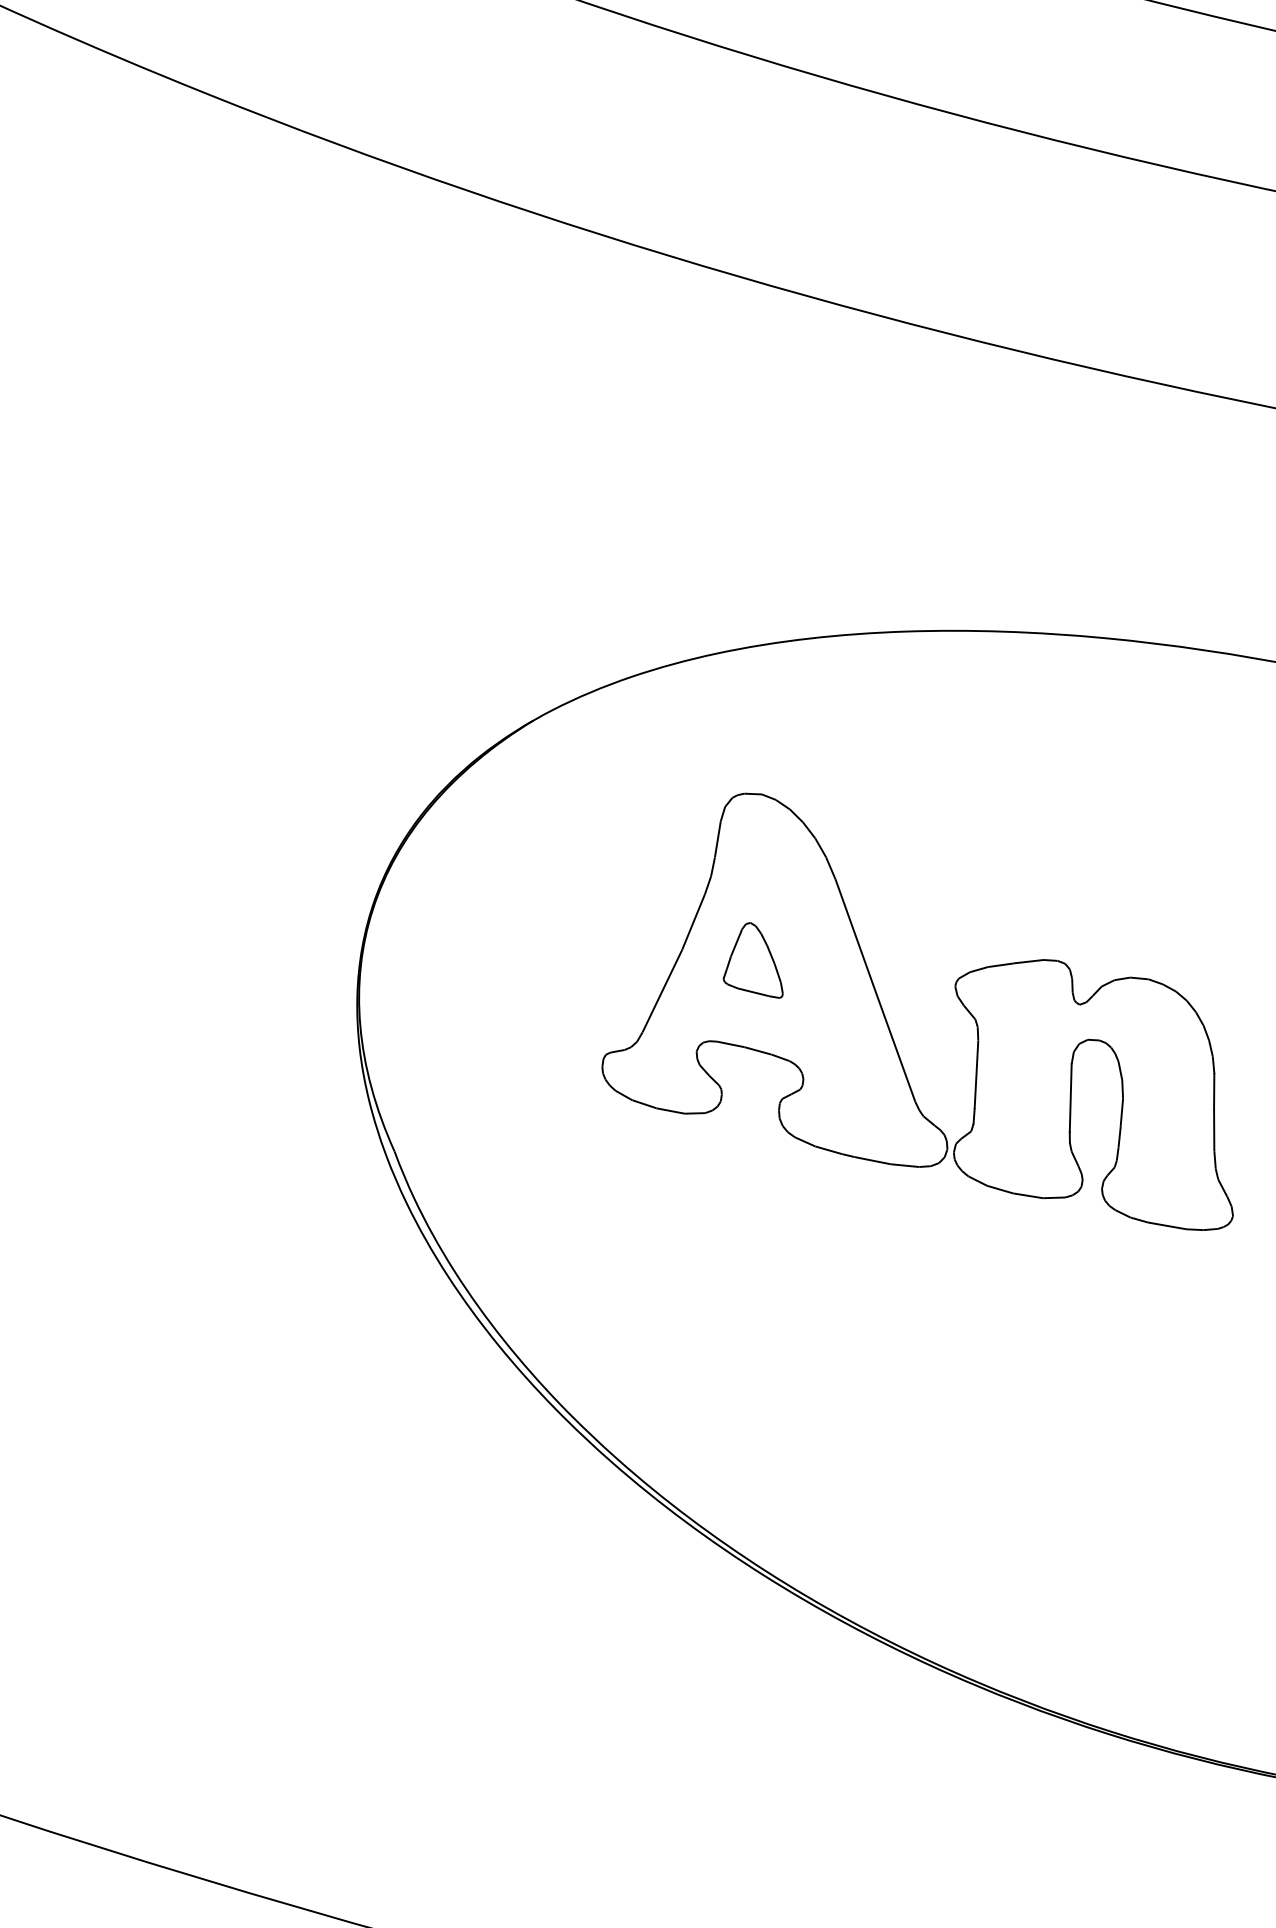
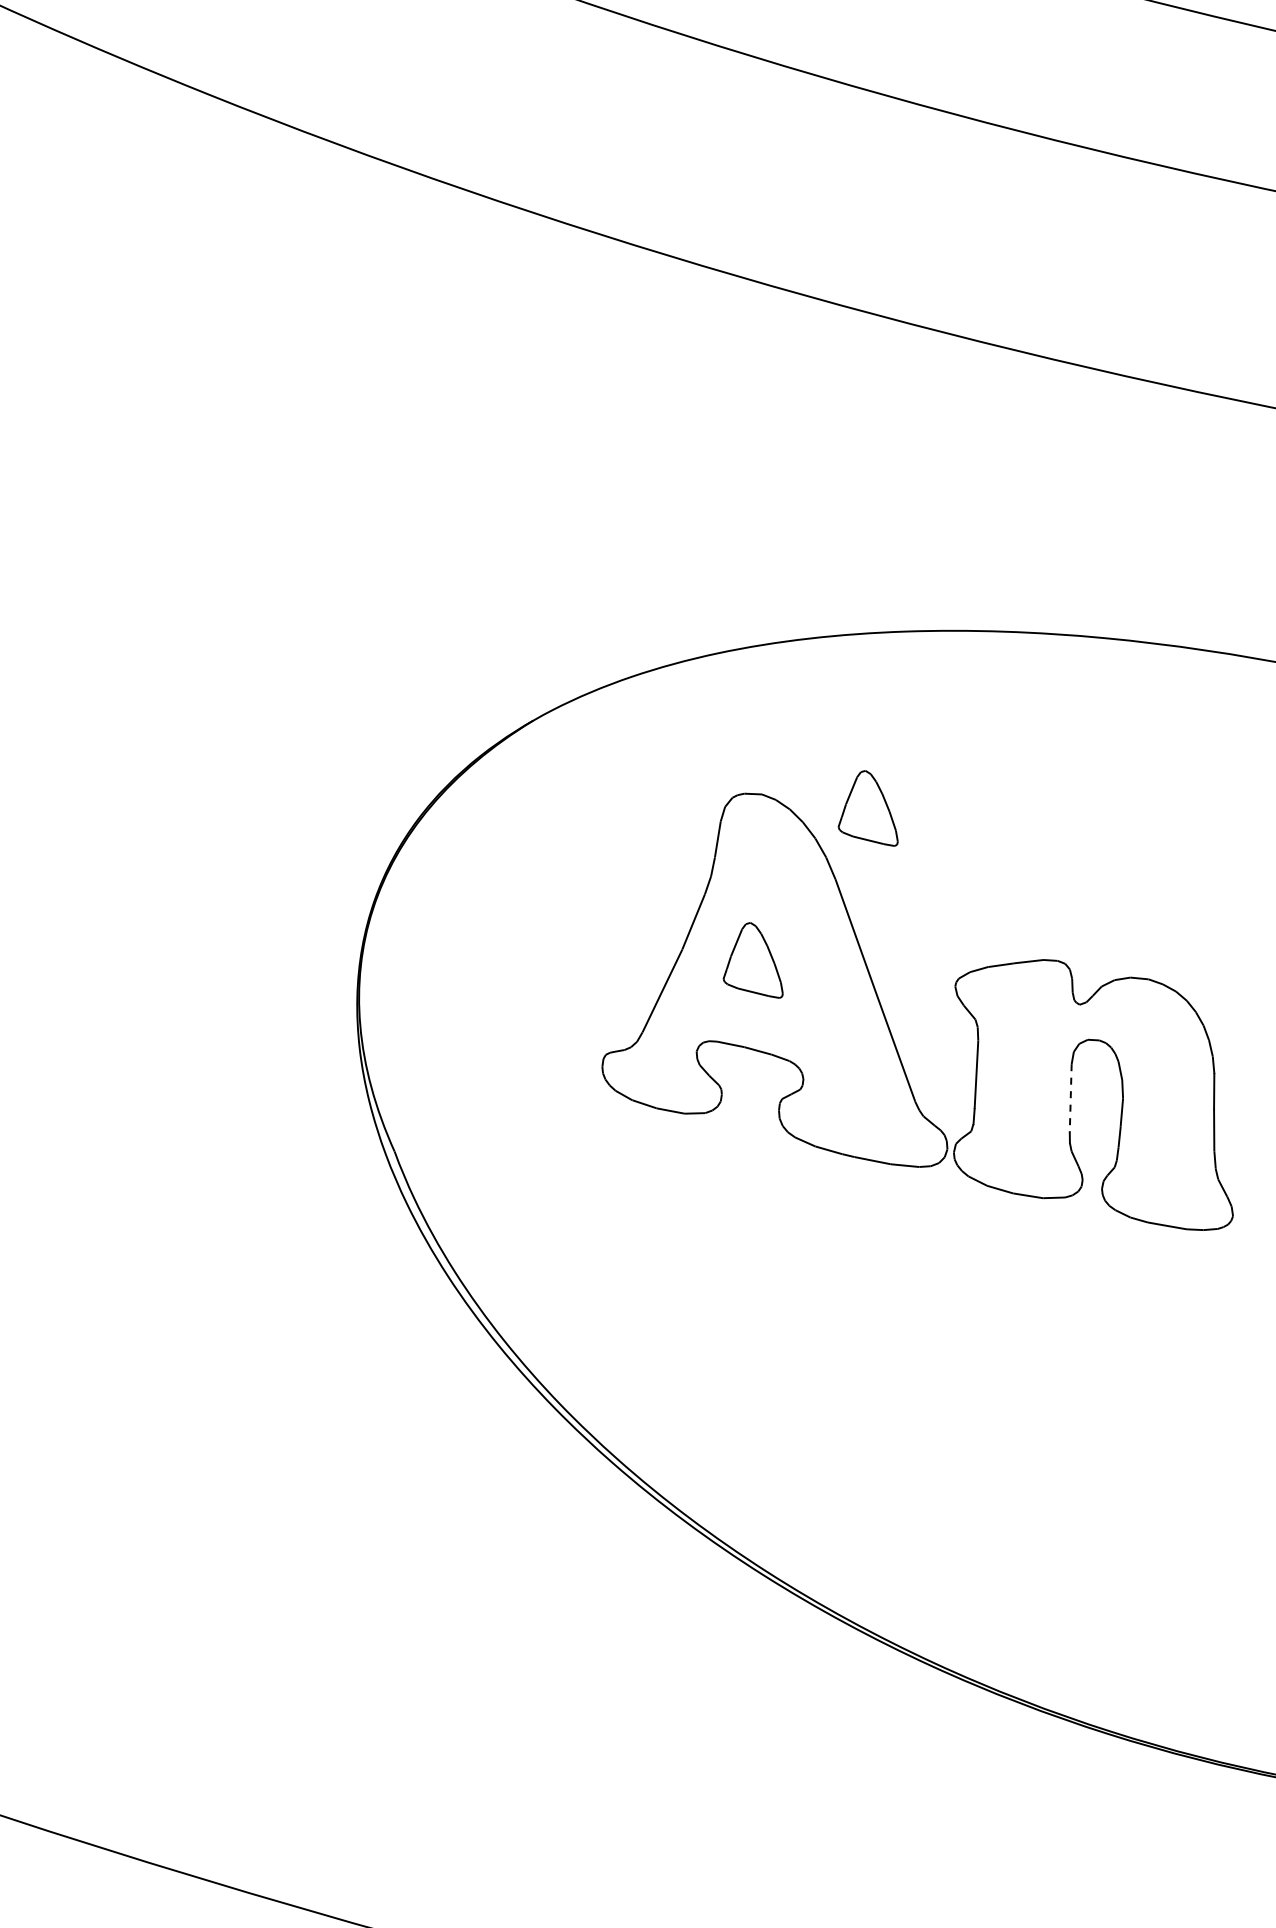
part at (867, 808): none -> present
line at (1070, 1098): solid -> dashed
